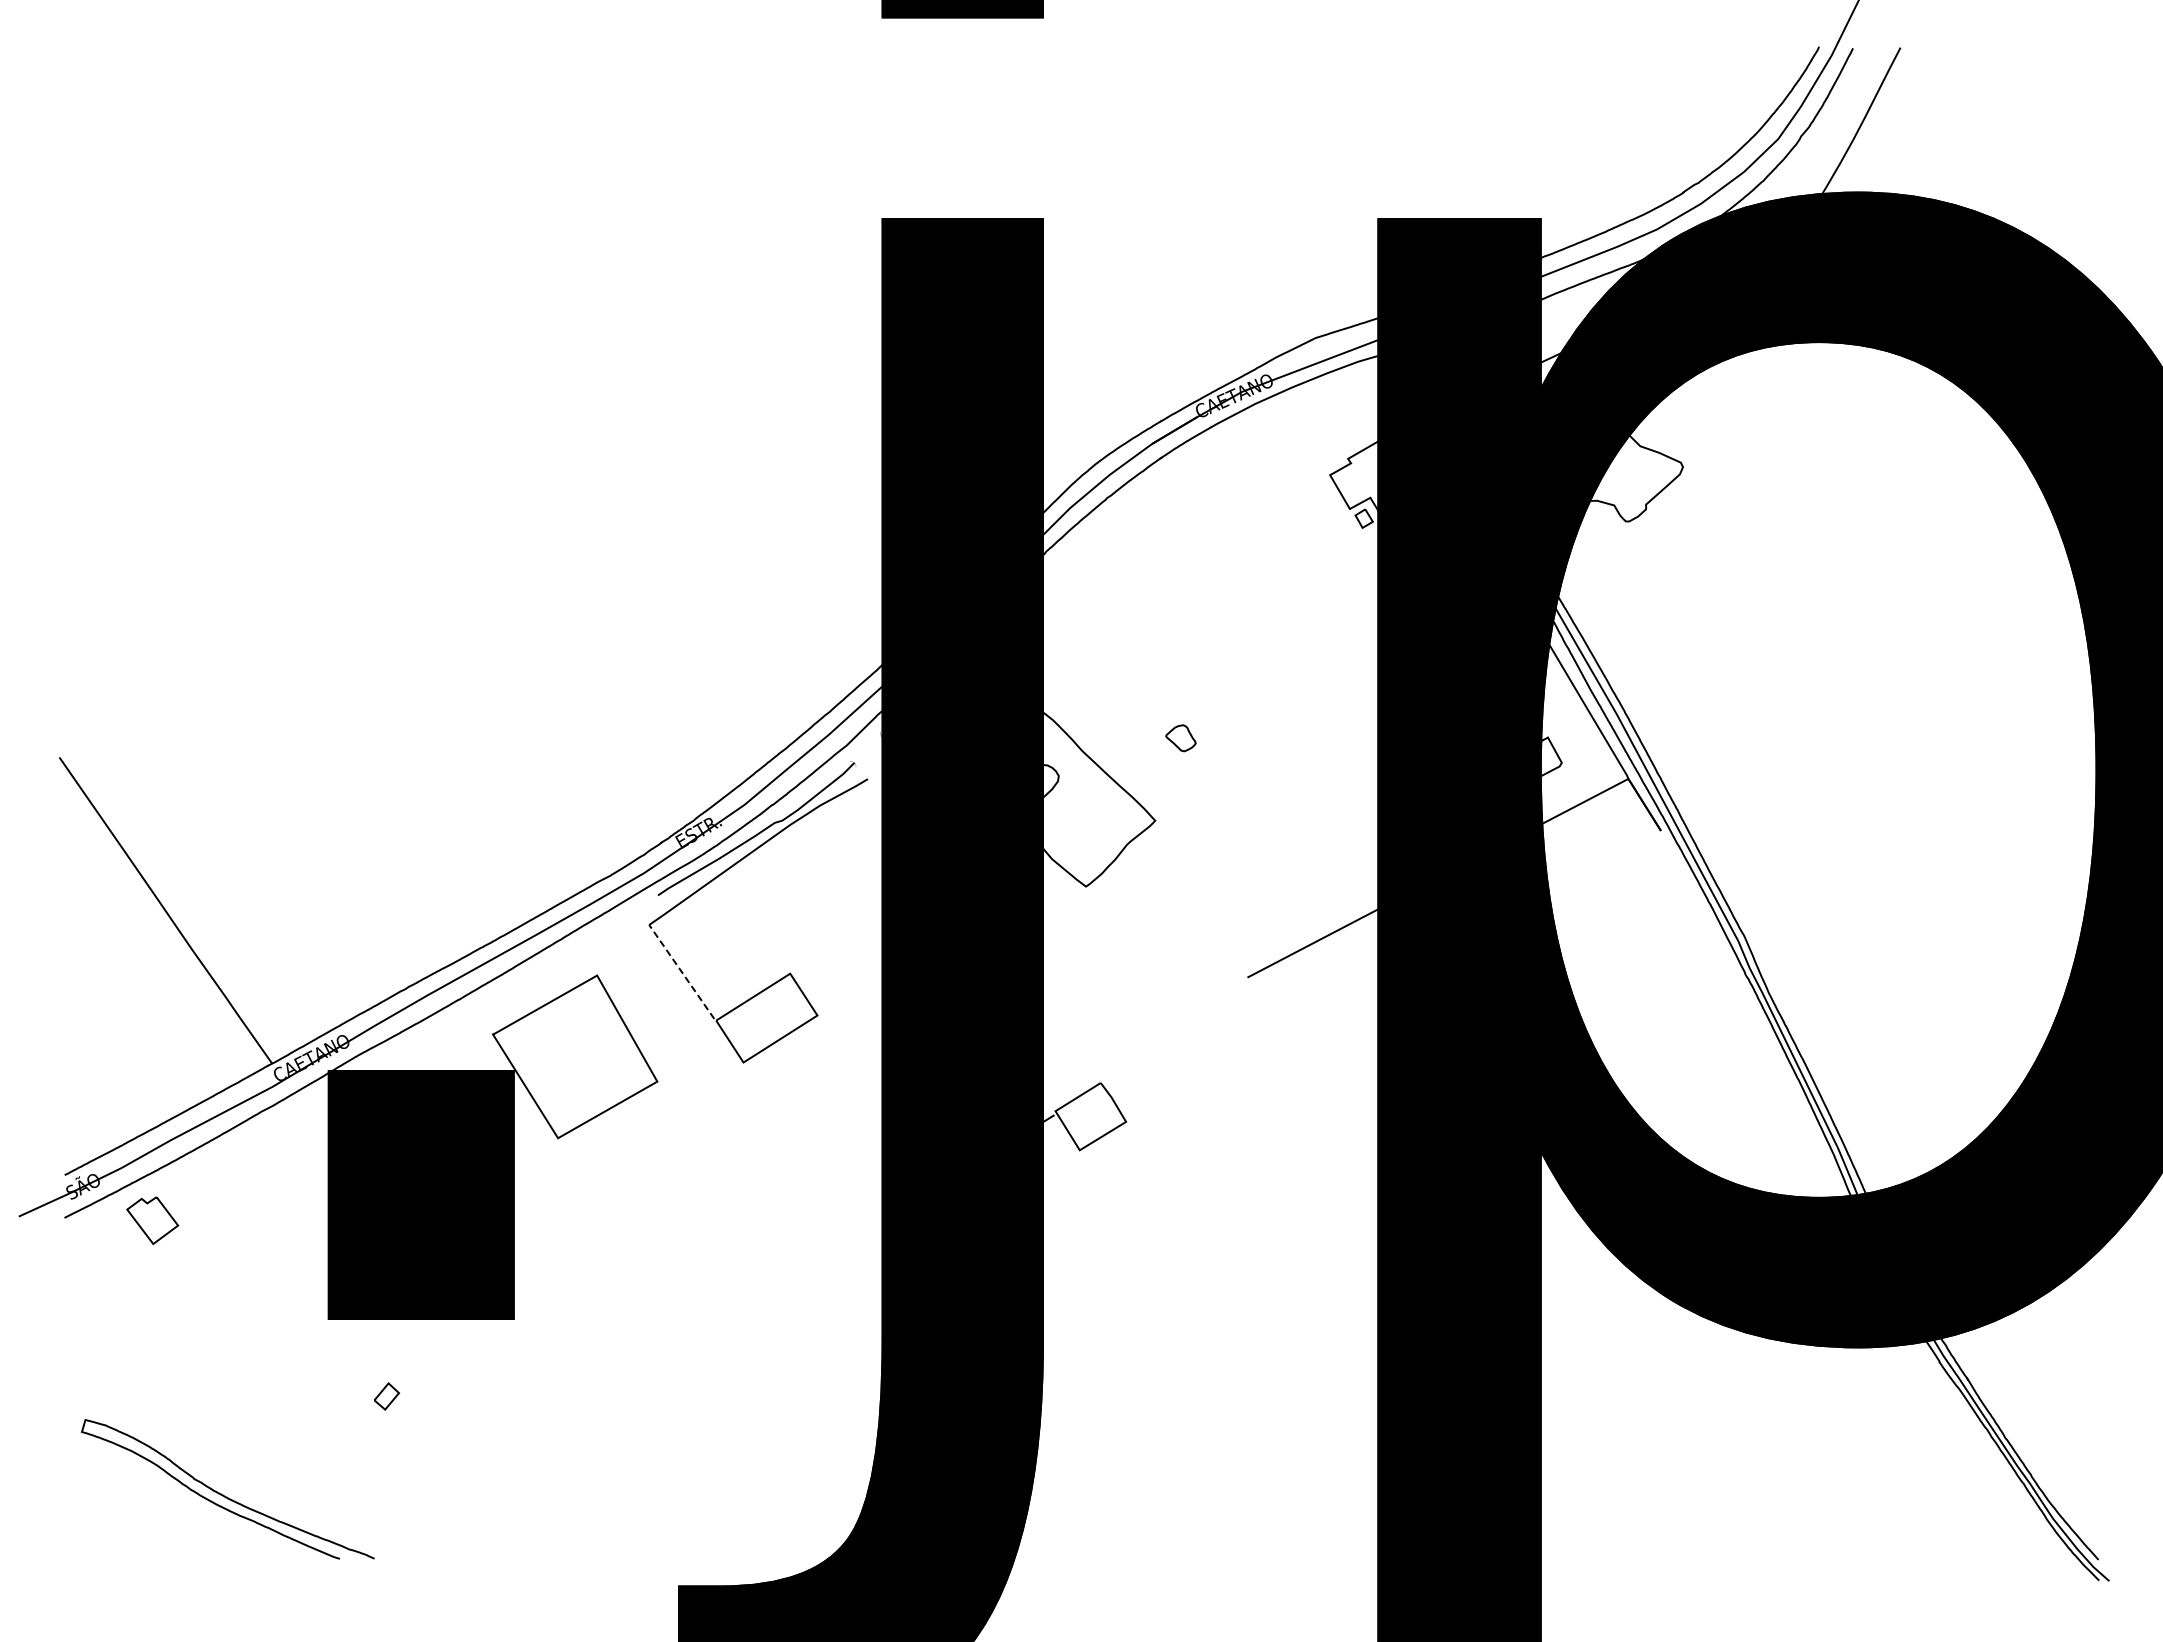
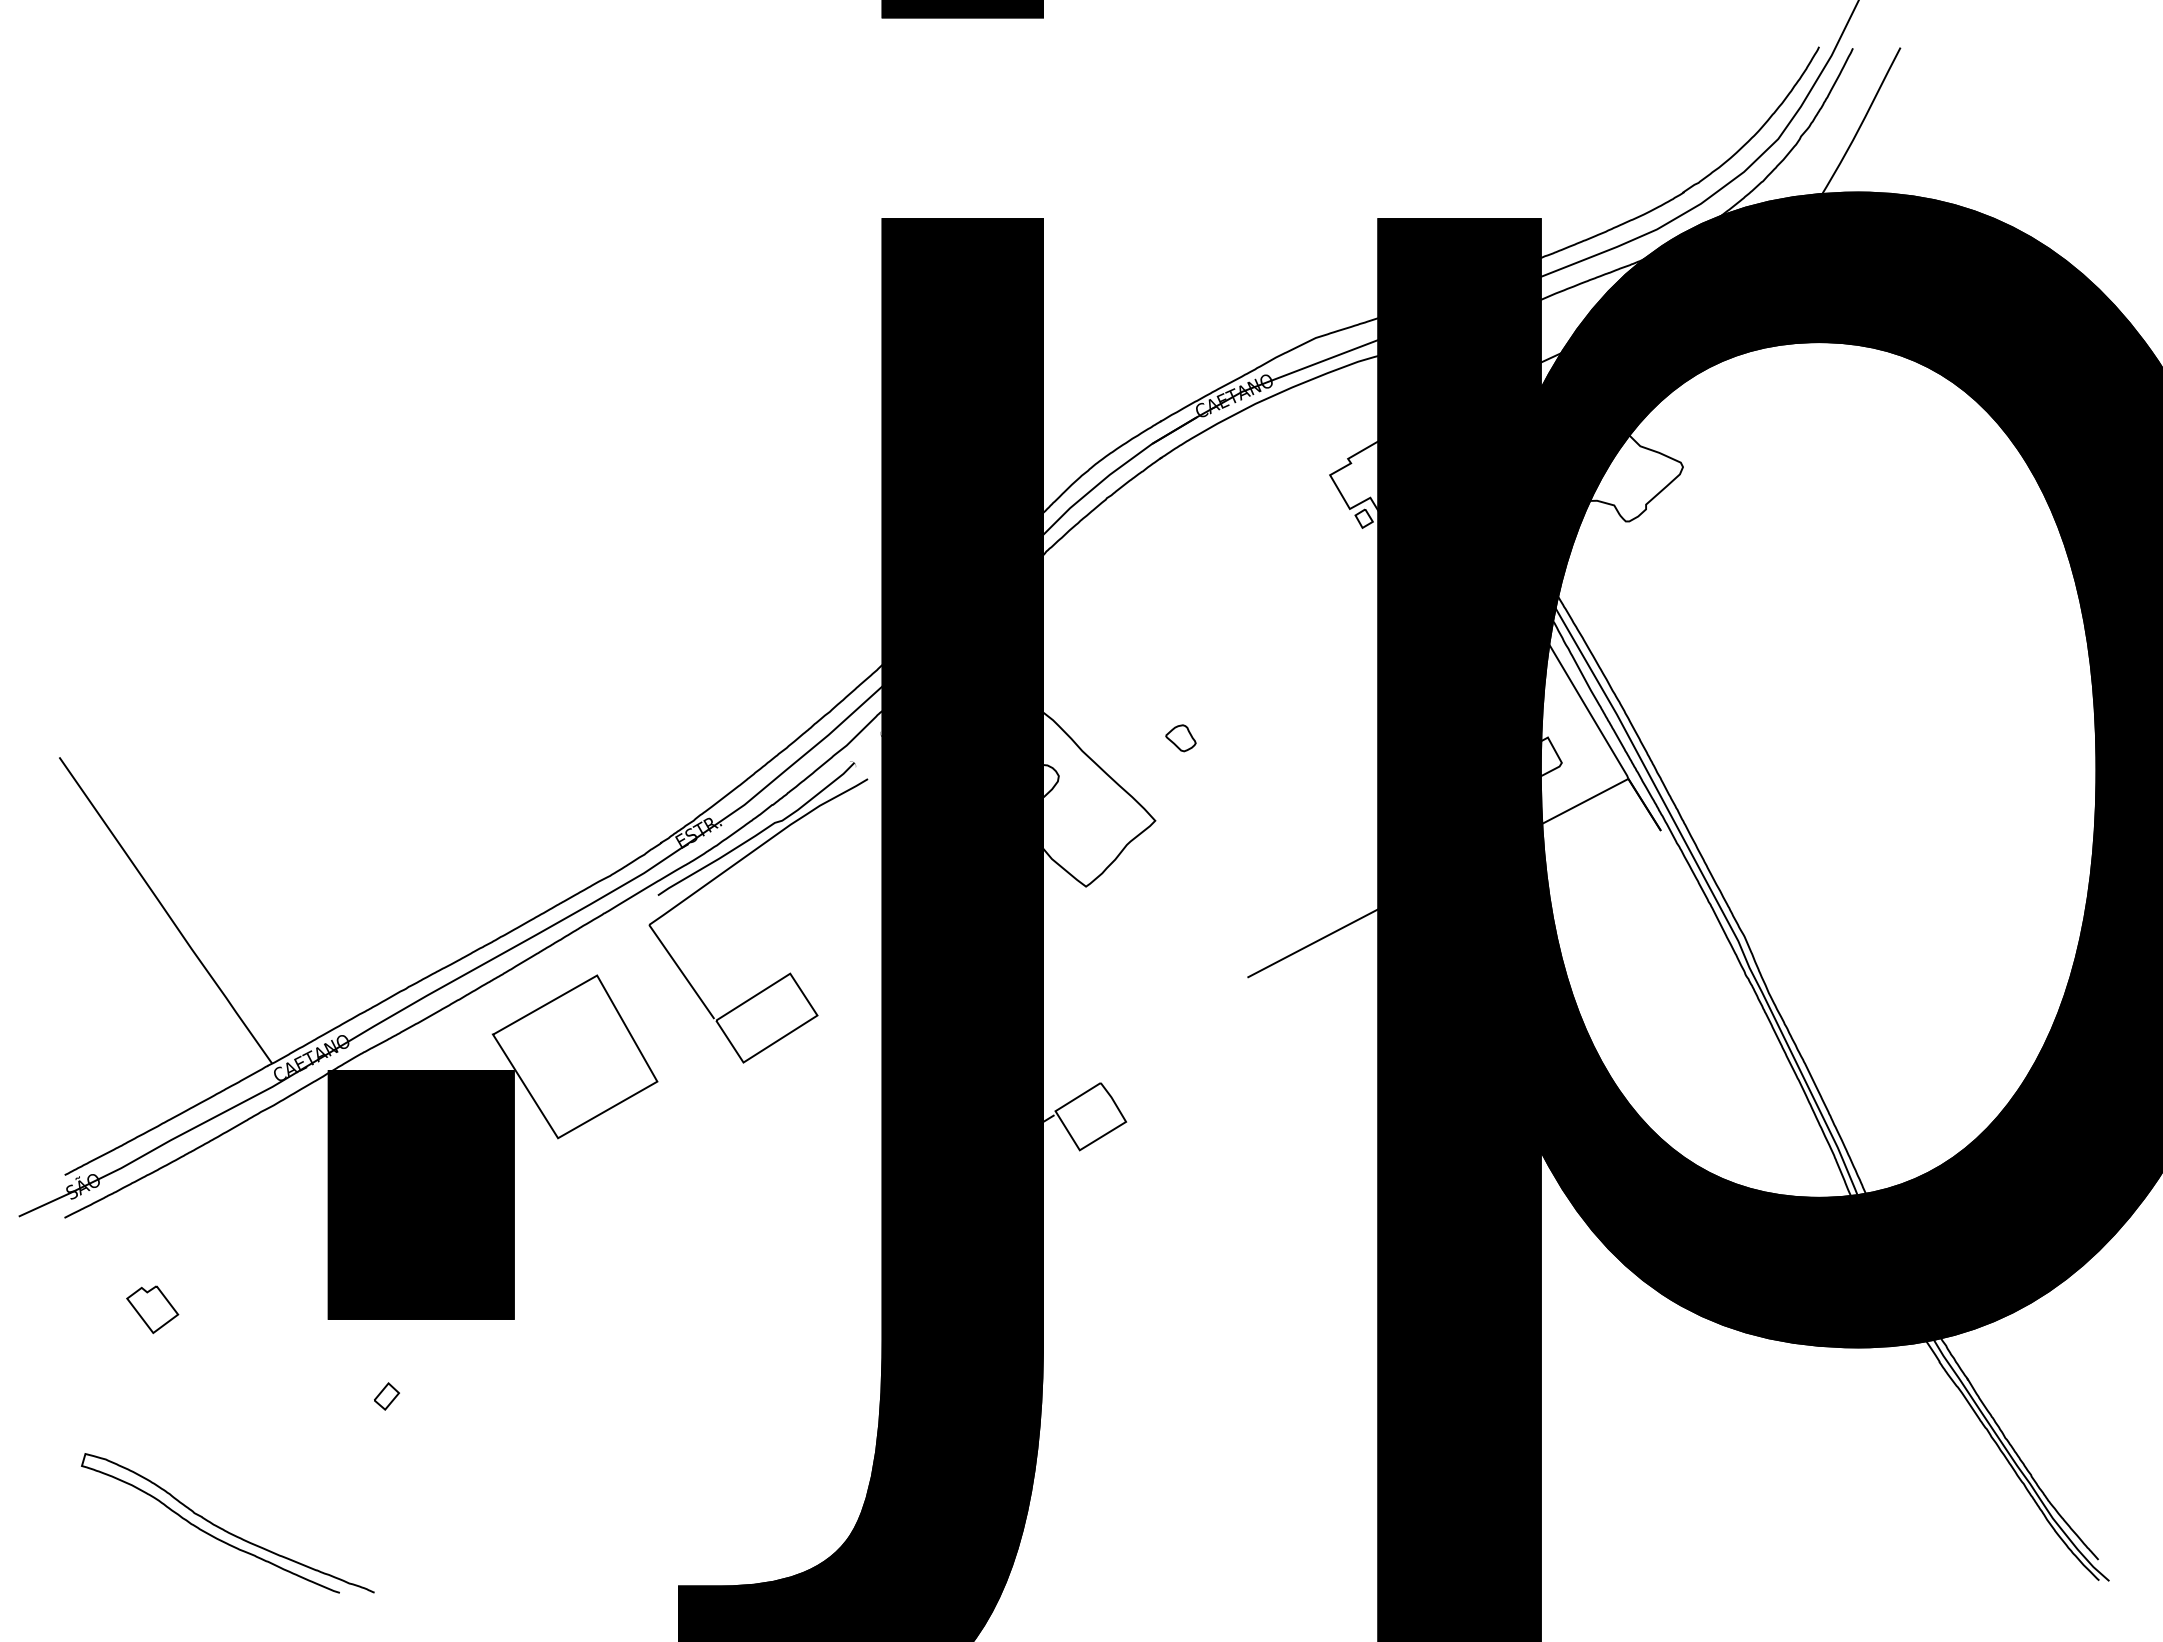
line at (681, 971): dashed -> solid
part at (152, 1220) position: (152, 1220) -> (152, 1309)
curve at (223, 1494) position: (223, 1494) -> (223, 1528)
